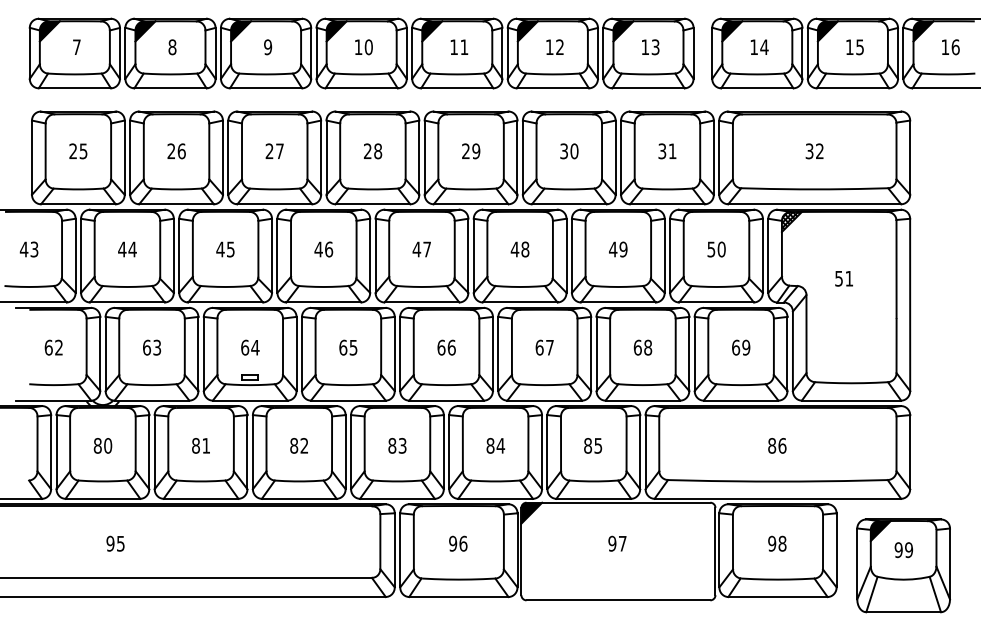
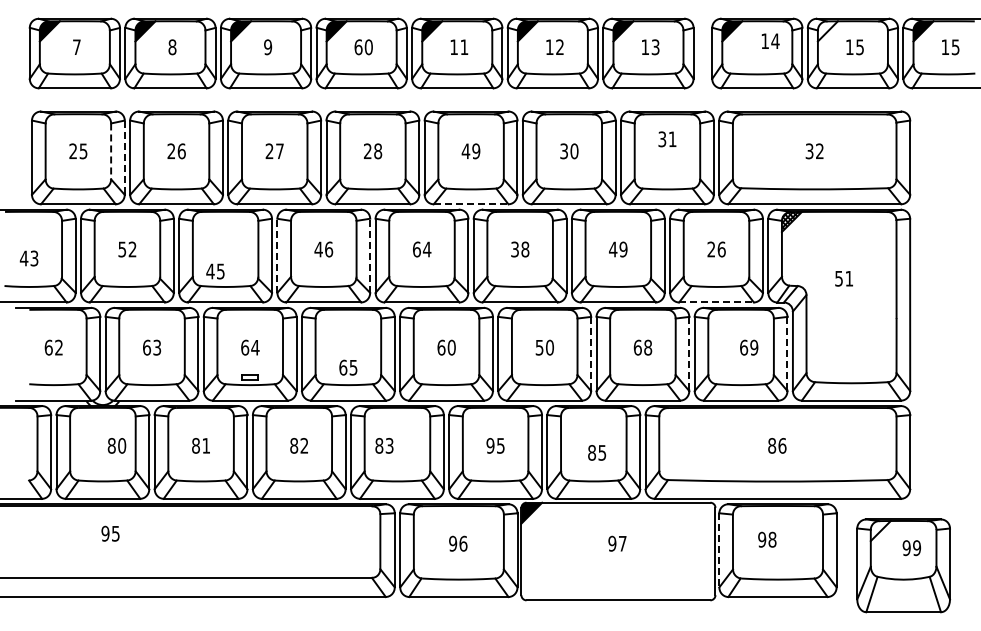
fill at (827, 31): present -> none
text at (759, 46) position: (759, 46) -> (770, 40)
text at (358, 47): 10 -> 60
text at (955, 47): 16 -> 15
text at (465, 150): 29 -> 49
line at (111, 151): solid -> dashed
text at (667, 151) position: (667, 151) -> (667, 139)
line at (124, 156): solid -> dashed
line at (471, 204): solid -> dashed
text at (28, 249) position: (28, 249) -> (28, 258)
text at (127, 249): 44 -> 52
text at (225, 249) position: (225, 249) -> (215, 271)
text at (421, 249): 47 -> 64
text at (514, 249): 48 -> 38
text at (716, 249): 50 -> 26
line at (277, 255): solid -> dashed
line at (370, 255): solid -> dashed
line at (717, 302): solid -> dashed
text at (348, 347) position: (348, 347) -> (348, 367)
text at (451, 347): 66 -> 60
text at (544, 347): 67 -> 50
text at (741, 347) position: (741, 347) -> (749, 347)
line at (591, 352): solid -> dashed
line at (689, 352): solid -> dashed
line at (787, 352): solid -> dashed
text at (102, 445) position: (102, 445) -> (116, 445)
text at (397, 445) position: (397, 445) -> (384, 445)
text at (495, 445): 84 -> 95
text at (593, 445) position: (593, 445) -> (597, 452)
fill at (880, 531): present -> none
text at (115, 543) position: (115, 543) -> (110, 533)
text at (777, 543) position: (777, 543) -> (767, 539)
line at (719, 550): solid -> dashed
text at (903, 550) position: (903, 550) -> (911, 548)
